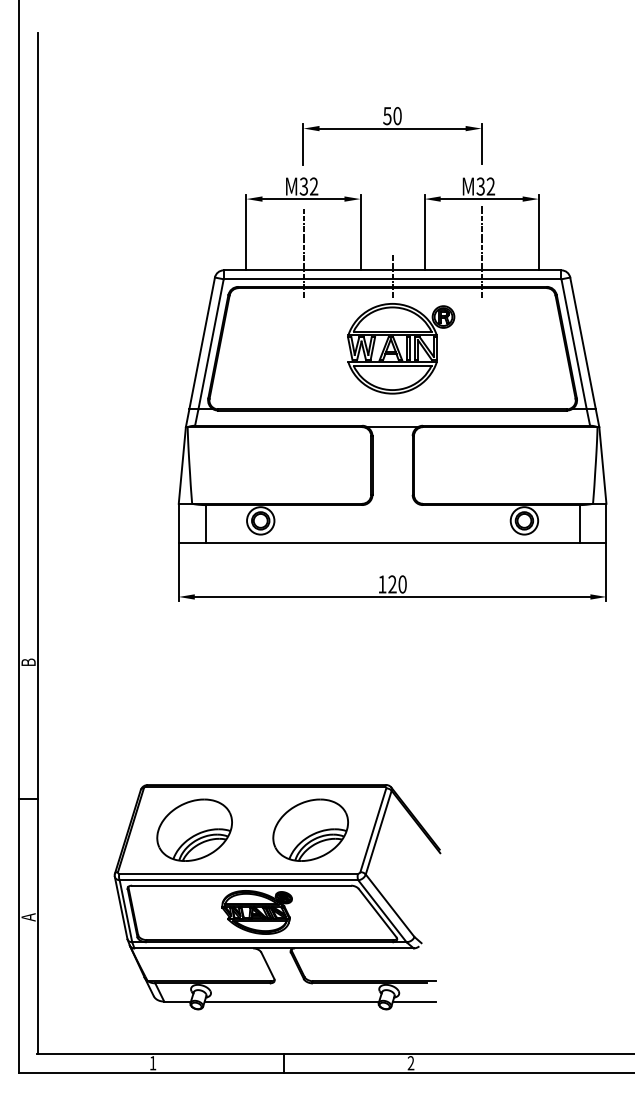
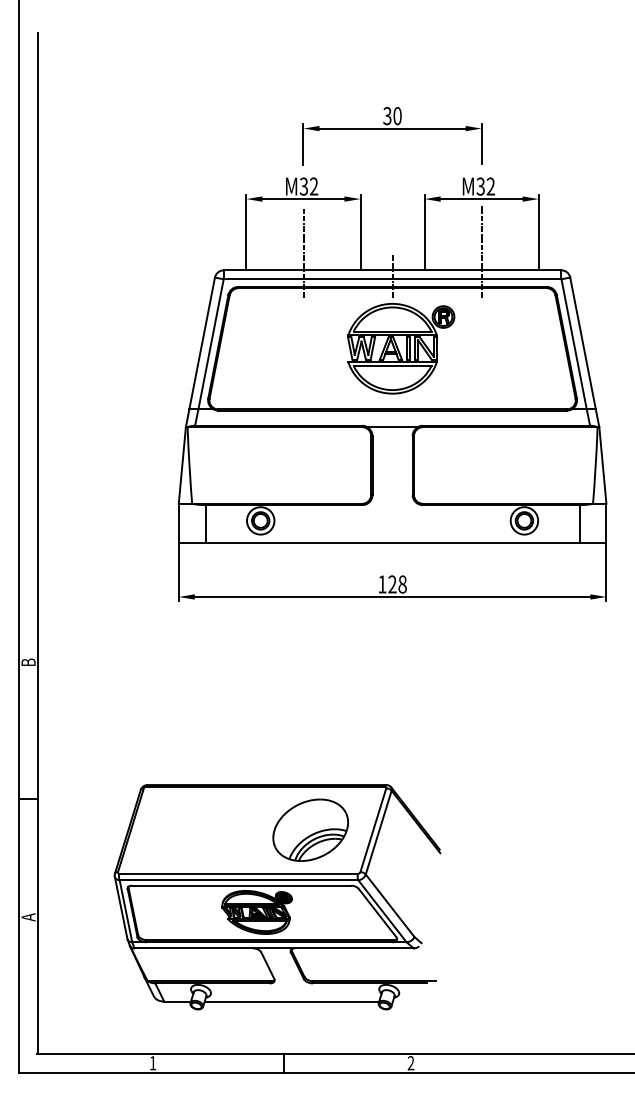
text at (387, 115): 50 -> 30
text at (402, 584): 120 -> 128
part at (194, 829): present -> none
line at (414, 1001): present -> none
